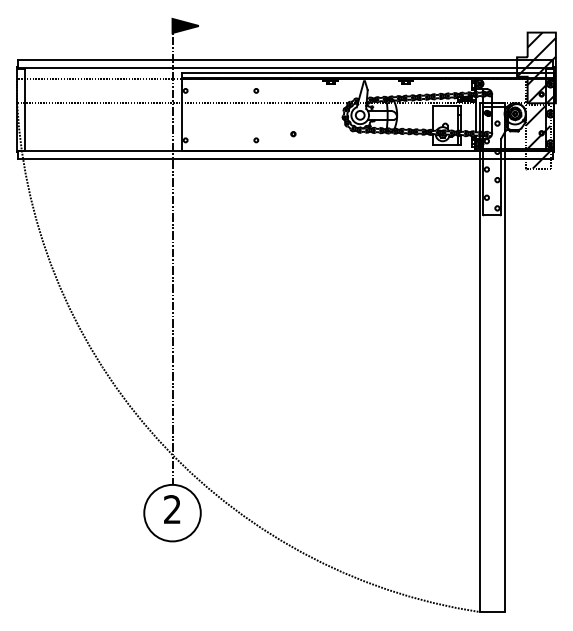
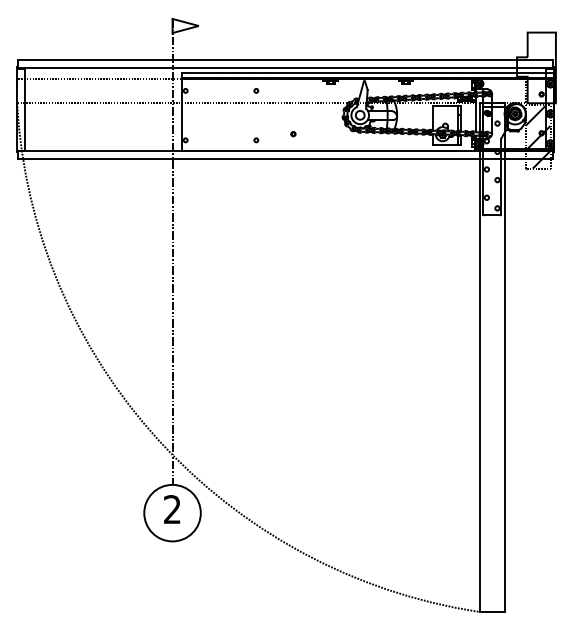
fill at (185, 25): present -> none
hatch at (536, 67): present -> none
